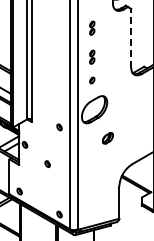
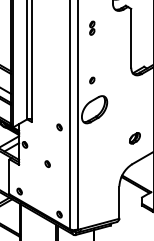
line at (131, 37): dashed -> solid
part at (92, 56): present -> none
part at (107, 138) position: (107, 138) -> (134, 138)
